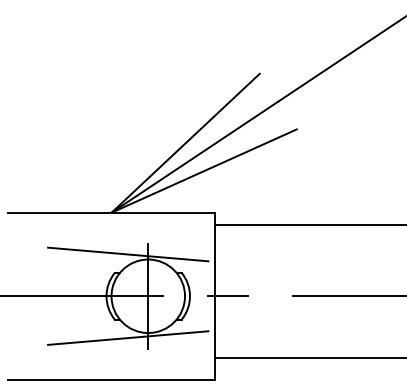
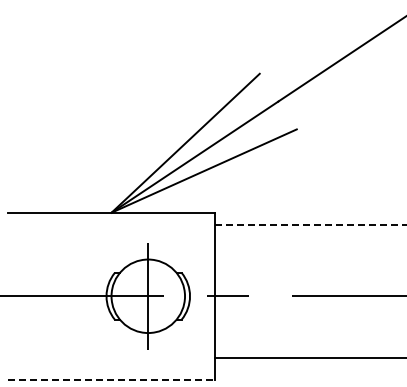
line at (311, 224): solid -> dashed
line at (128, 254): present -> none
line at (128, 337): present -> none
line at (111, 379): solid -> dashed
